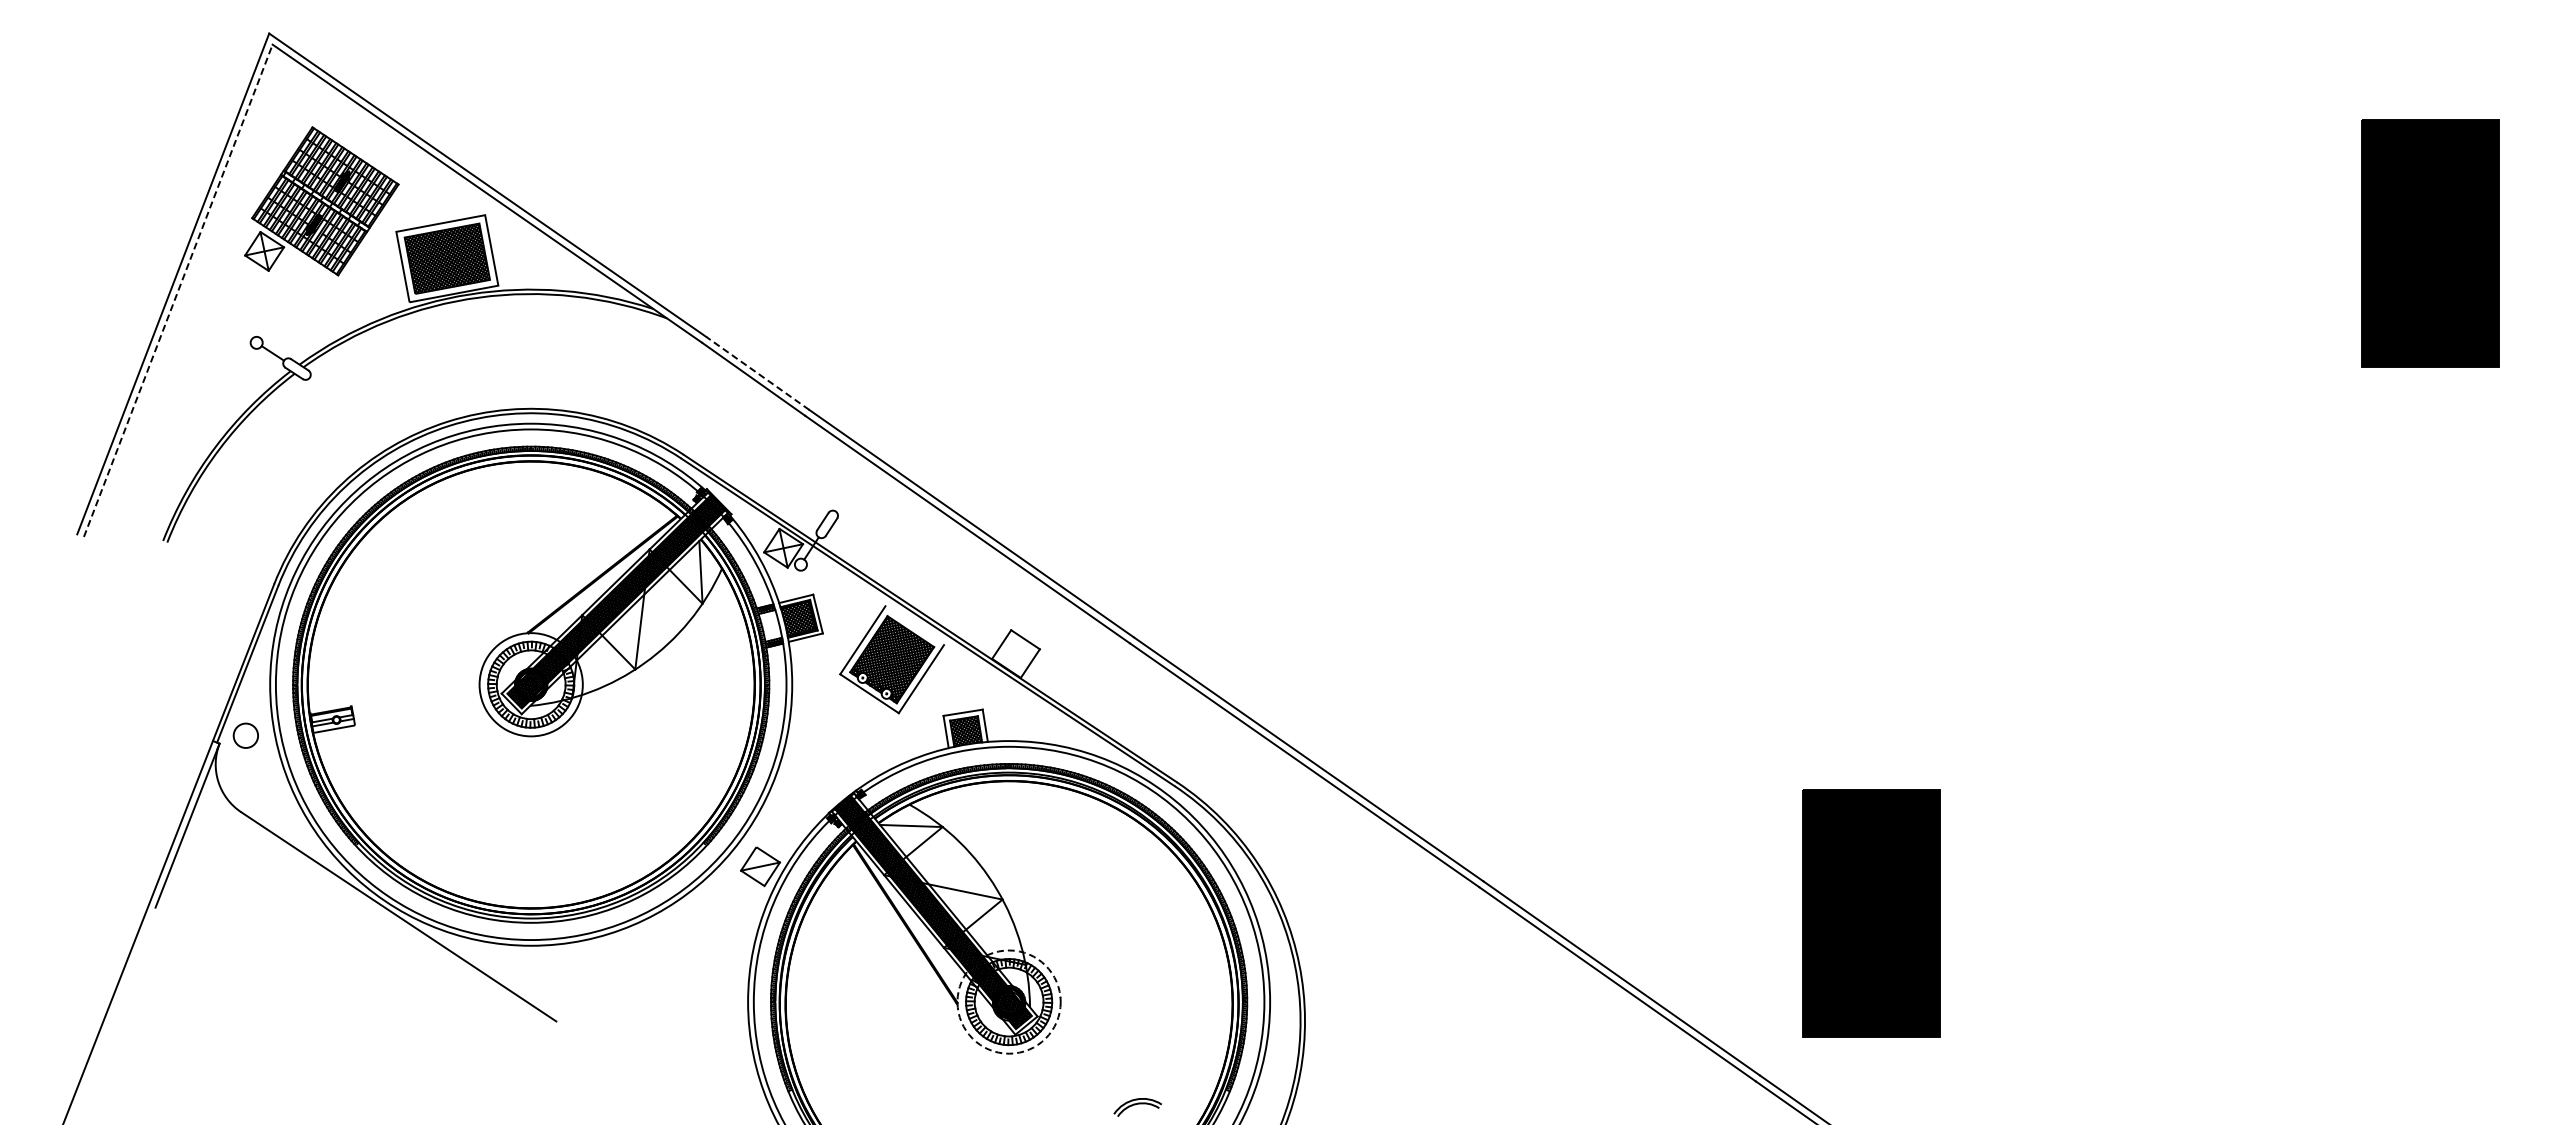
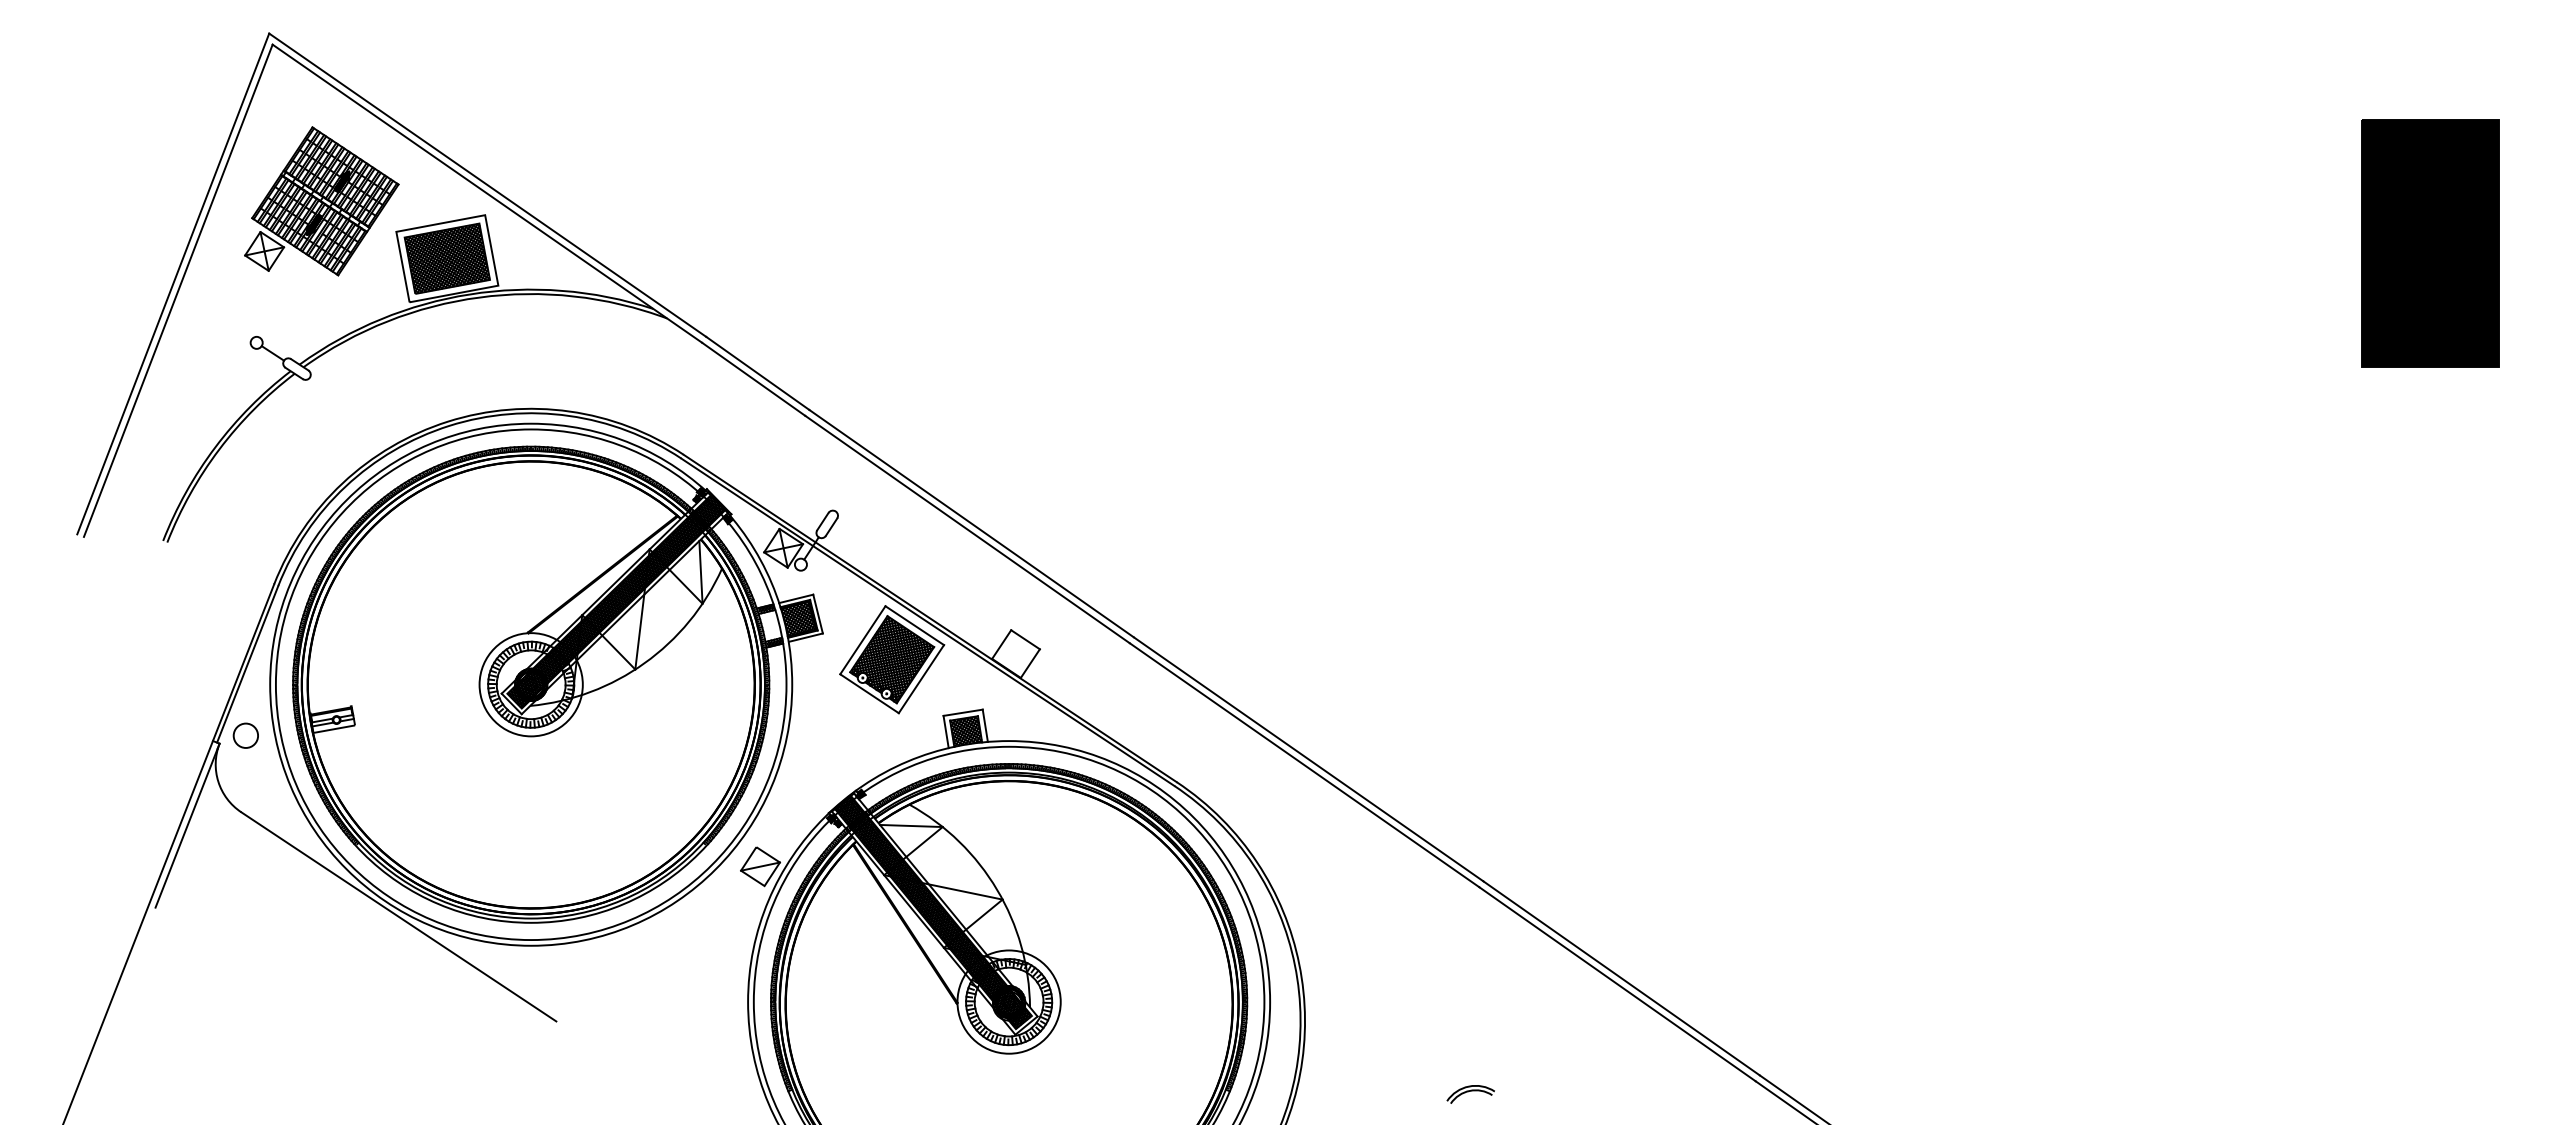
line at (178, 290): dashed -> solid
line at (757, 373): dashed -> solid
line at (914, 625): none -> present
part at (1871, 913): present -> none
circle at (1008, 1001): dashed -> solid
part at (1137, 1107) position: (1137, 1107) -> (1470, 1094)
